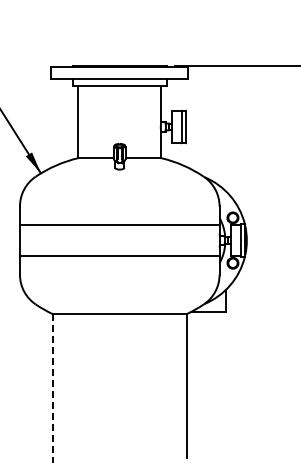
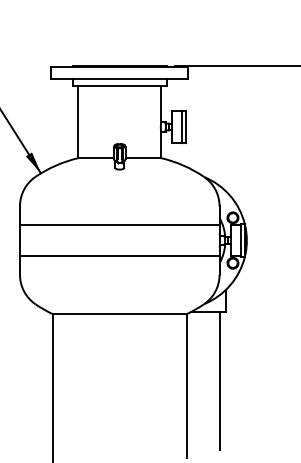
line at (219, 380): none -> present
line at (52, 388): dashed -> solid
